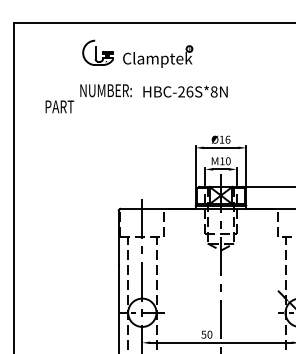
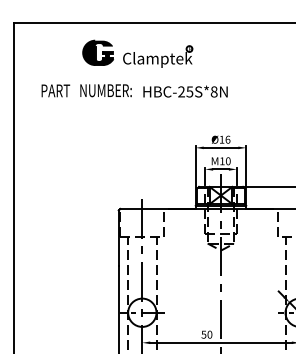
fill at (98, 52): none -> present
text at (189, 91): HBC-26S*8N -> HBC-25S*8N
text at (59, 106) position: (59, 106) -> (55, 90)
